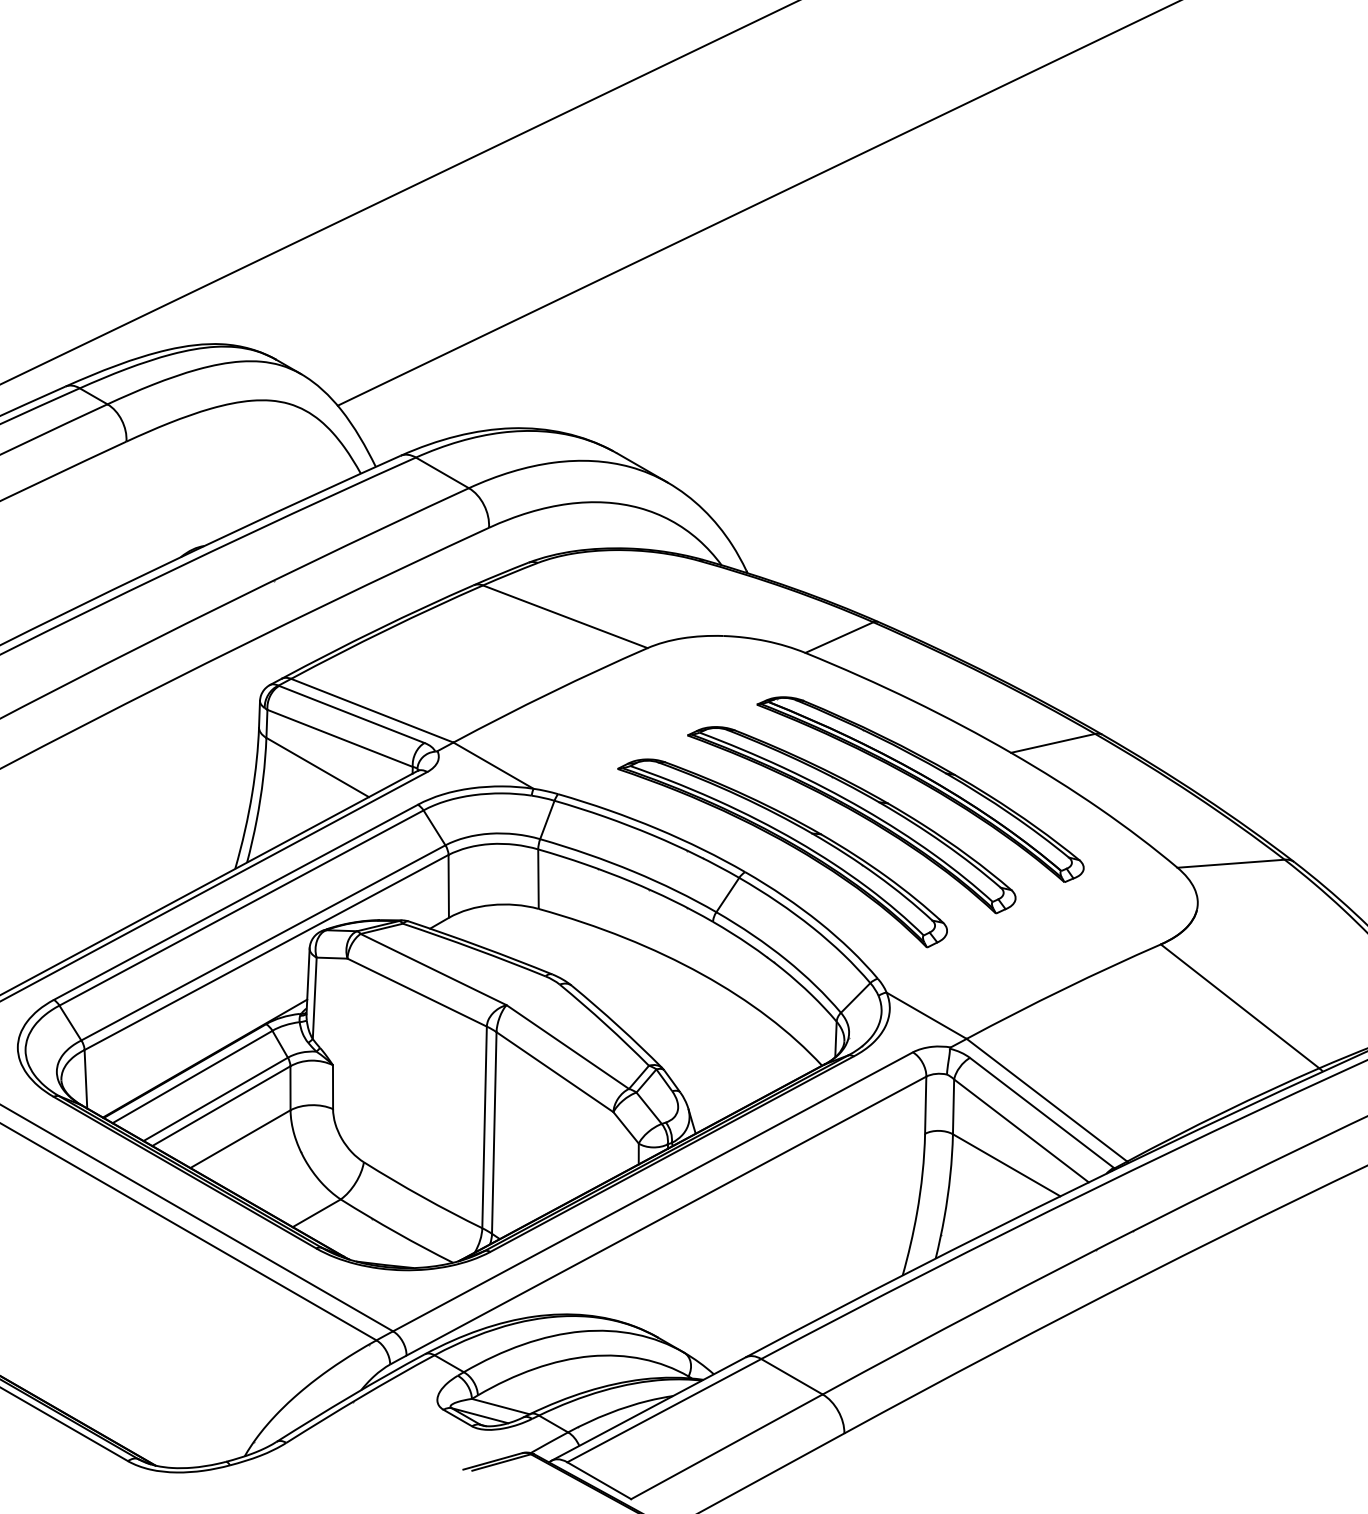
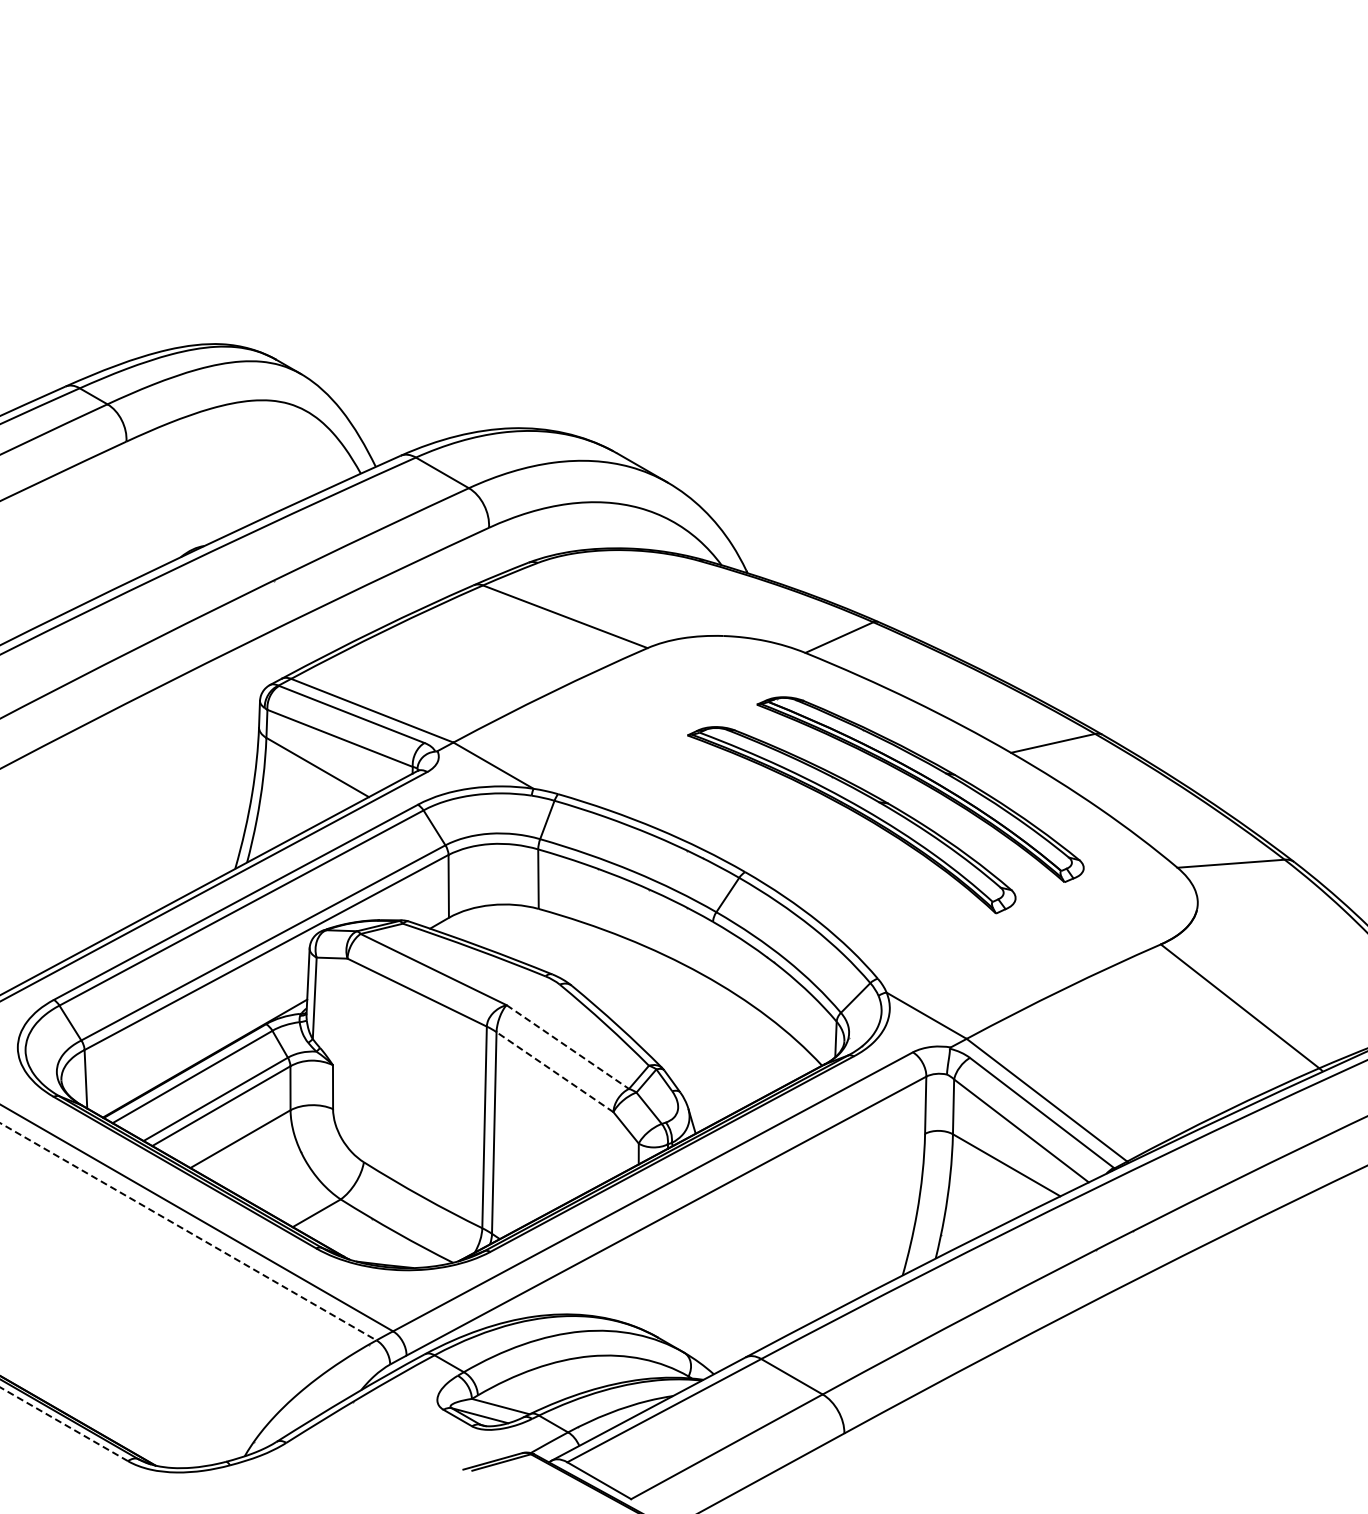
line at (398, 192): present -> none
line at (756, 203): present -> none
part at (788, 845): present -> none
line at (568, 1047): solid -> dashed
line at (555, 1072): solid -> dashed
line at (188, 1232): solid -> dashed
line at (64, 1424): solid -> dashed
